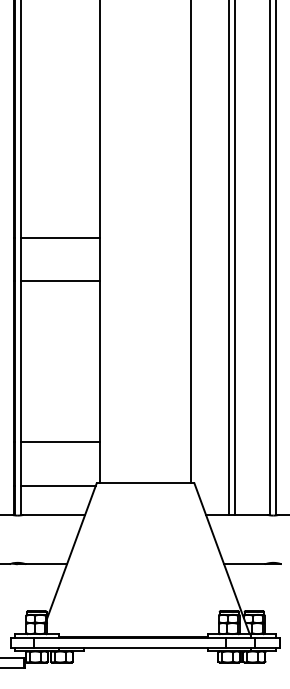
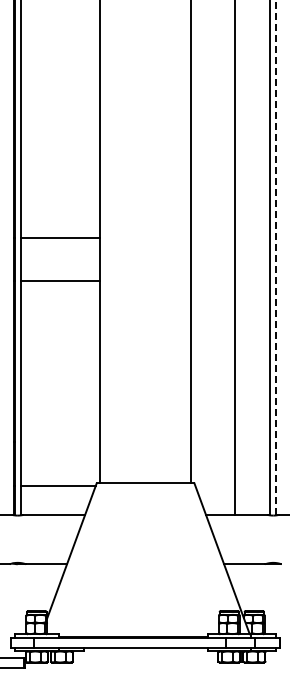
line at (276, 257): solid -> dashed
line at (228, 258): present -> none
line at (60, 442): present -> none
